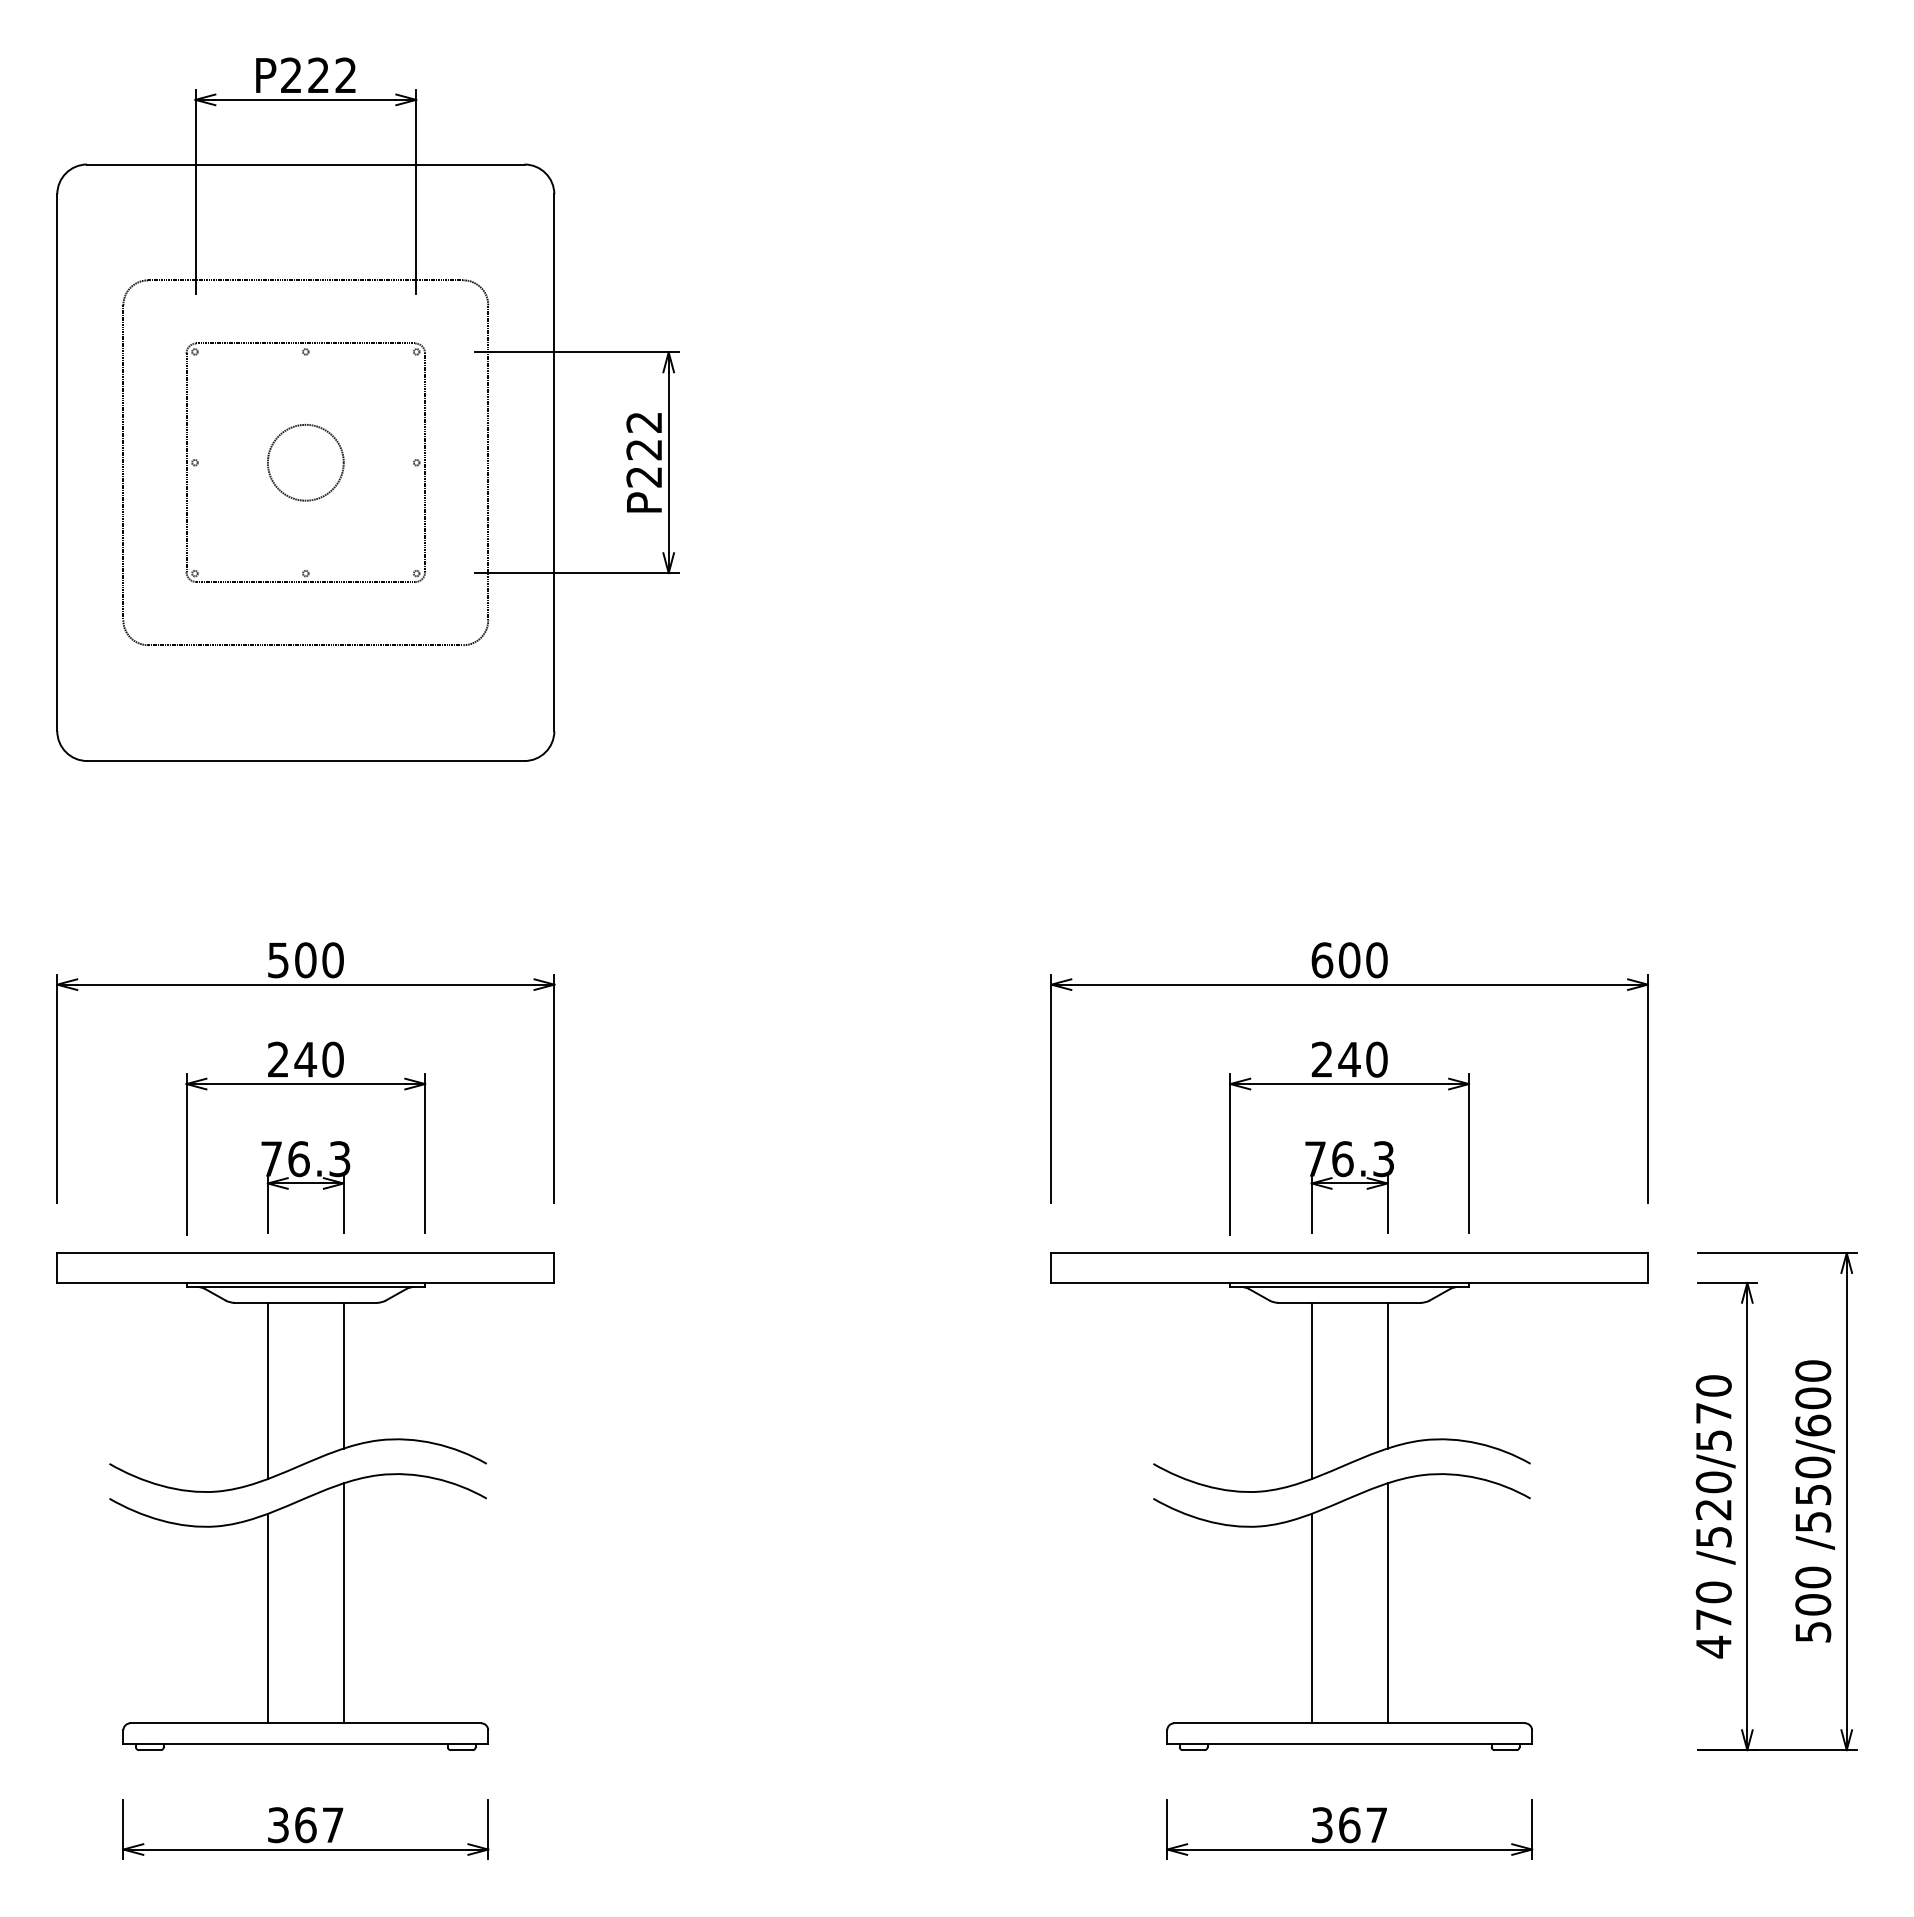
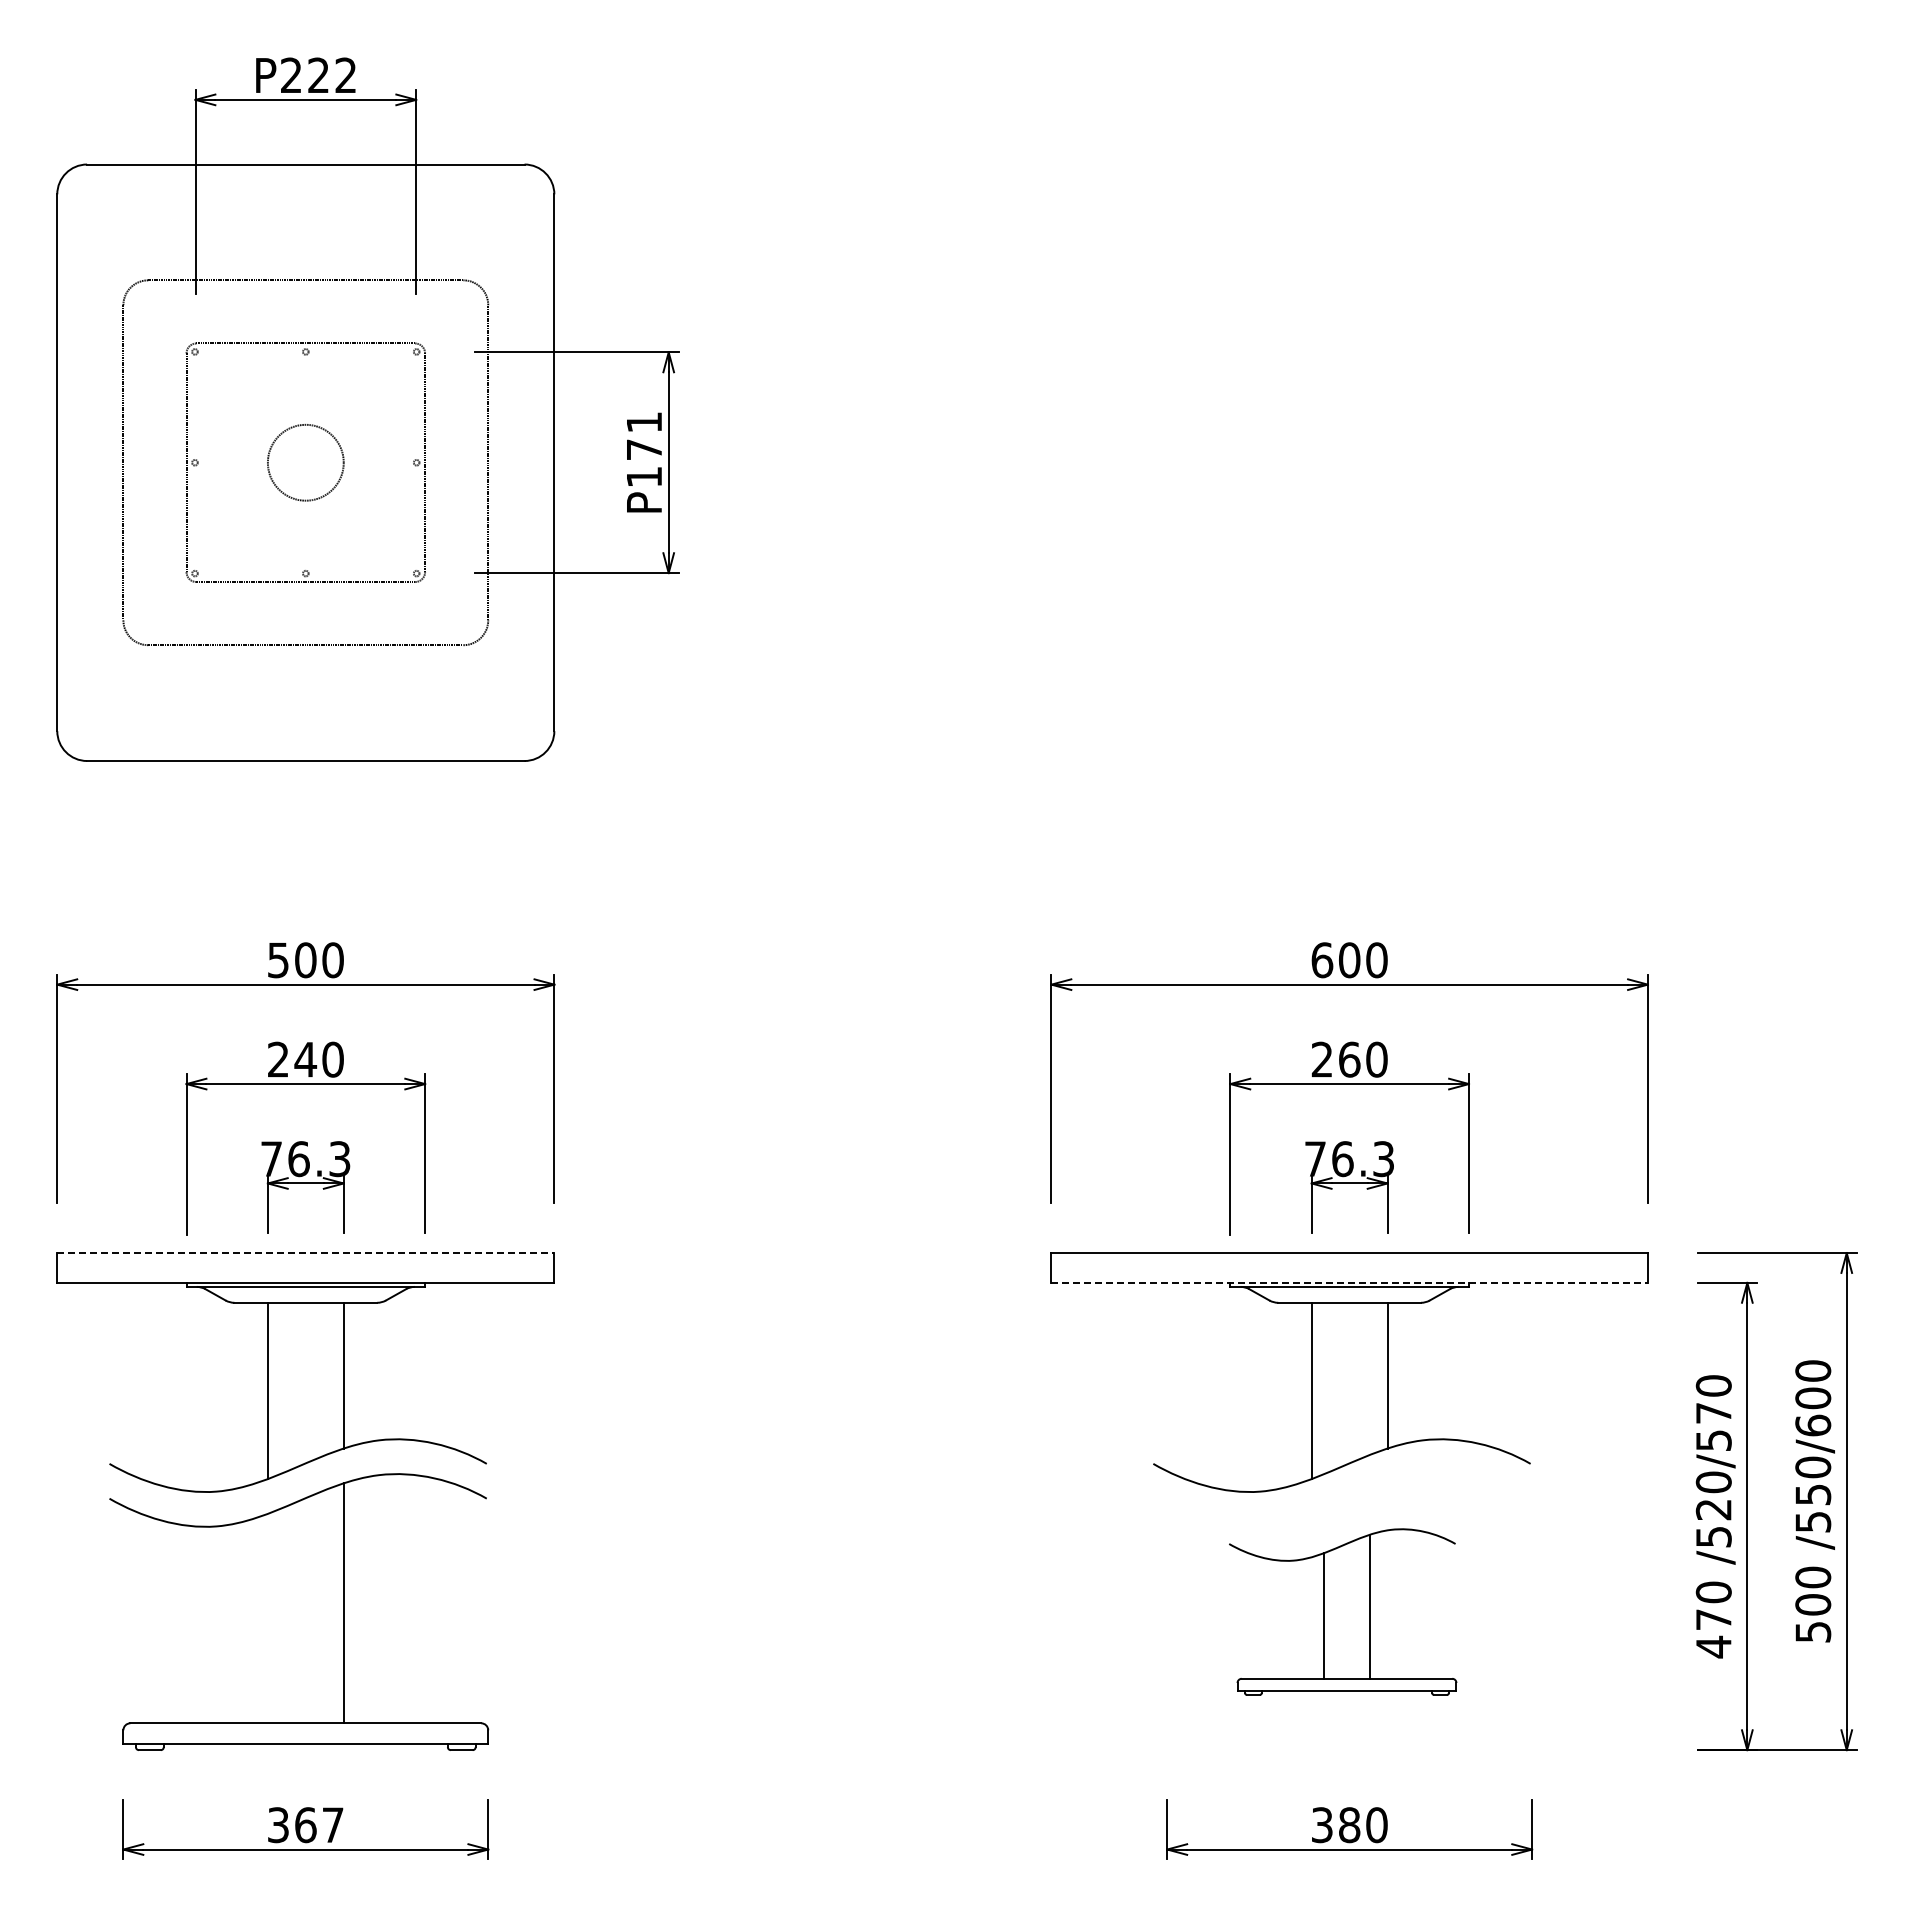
text at (643, 449): P222 -> P171
text at (1349, 1059): 240 -> 260
line at (305, 1253): solid -> dashed
line at (1350, 1282): solid -> dashed
part at (1342, 1611) size: 380x278 px -> 229x168 px
line at (267, 1618): present -> none
text at (1363, 1825): 367 -> 380
